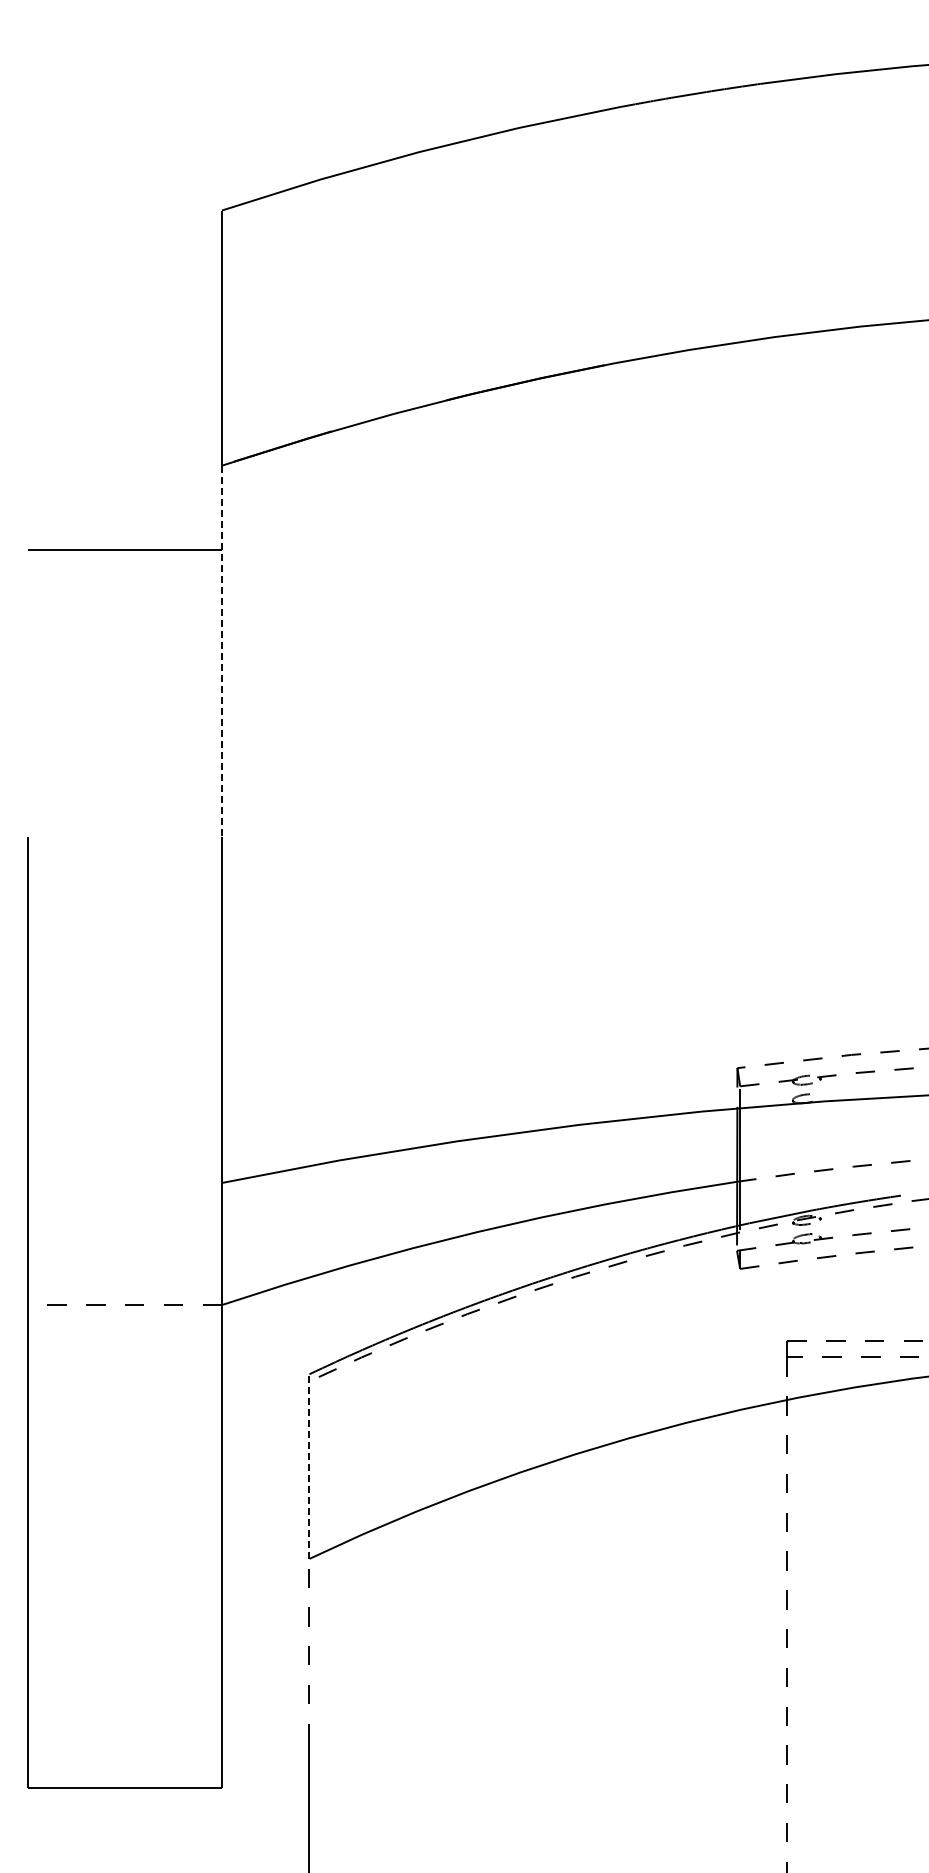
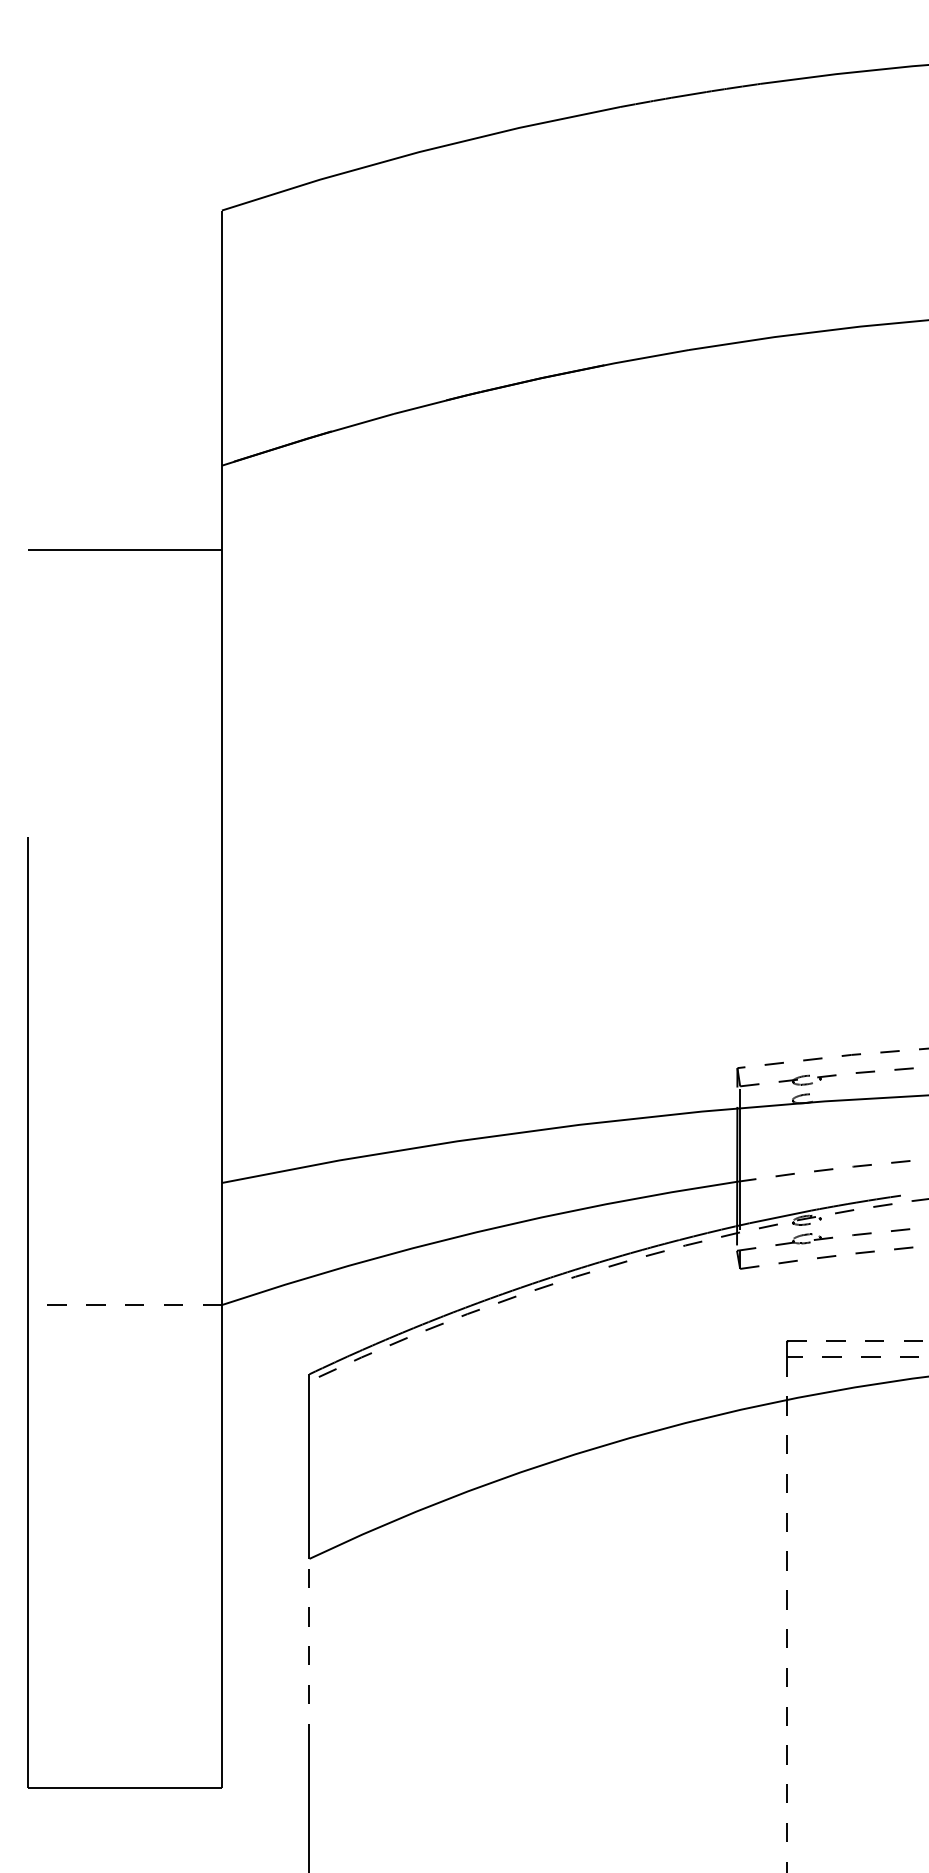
line at (221, 651): dashed -> solid
line at (309, 1466): dashed -> solid
